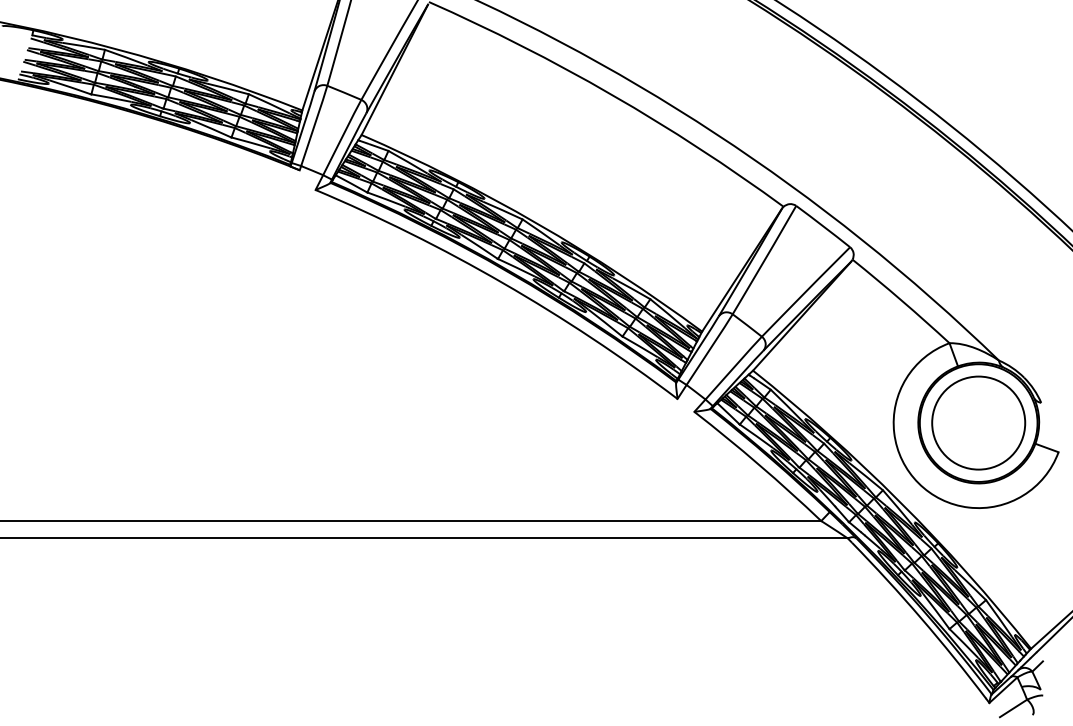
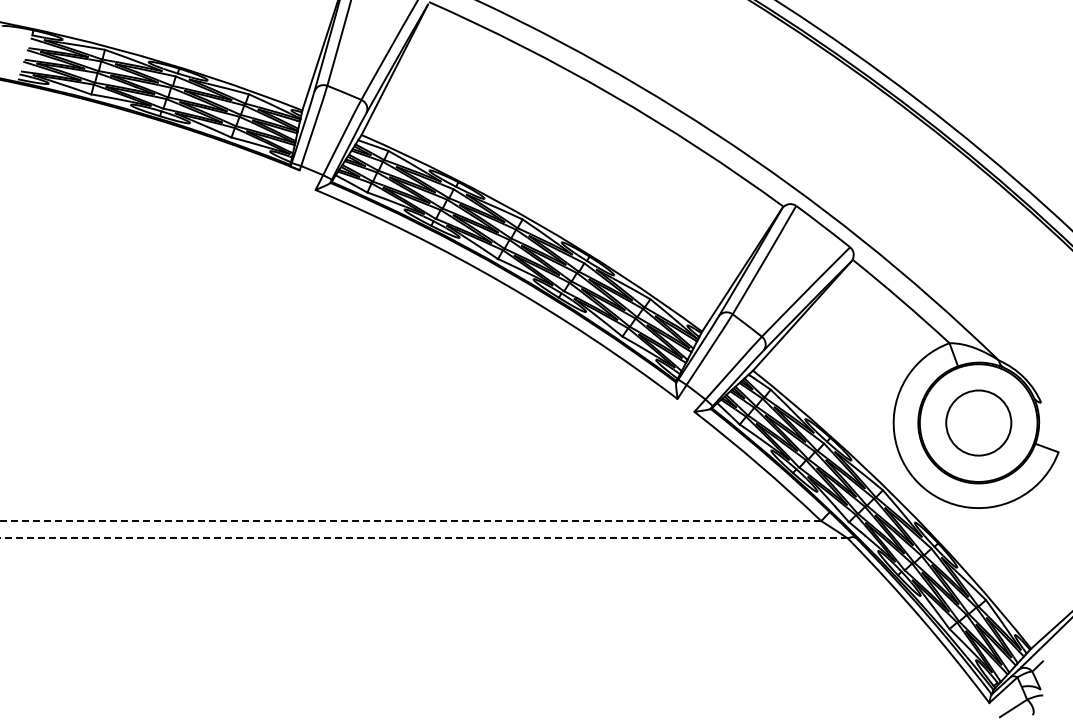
circle at (978, 422) size: 96x96 px -> 68x68 px
line at (410, 521): solid -> dashed
line at (423, 538): solid -> dashed
